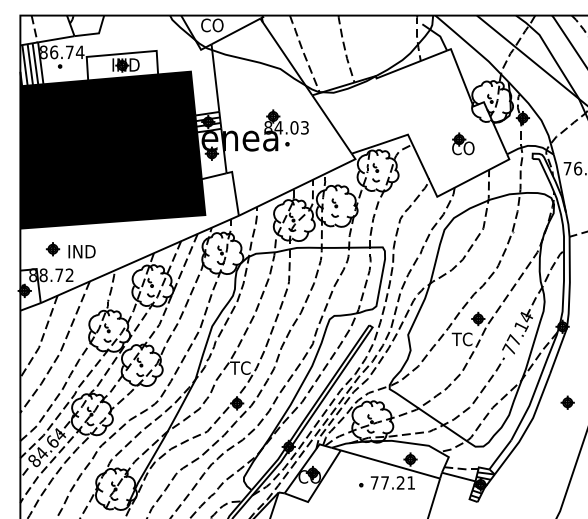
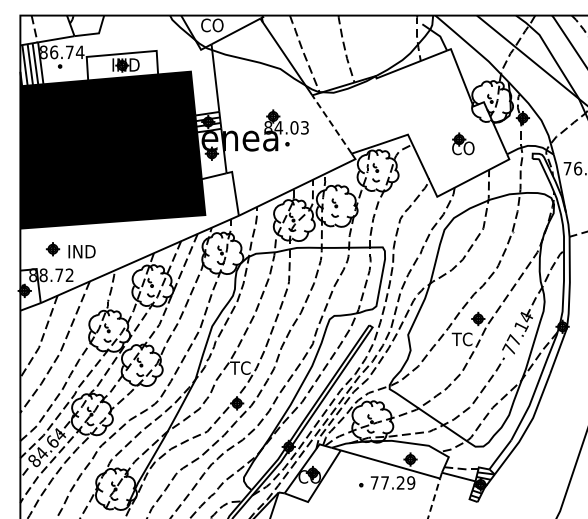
line at (331, 124): solid -> dashed
part at (567, 402): present -> none
text at (411, 482): 77.21 -> 77.29
line at (434, 498): solid -> dashed
